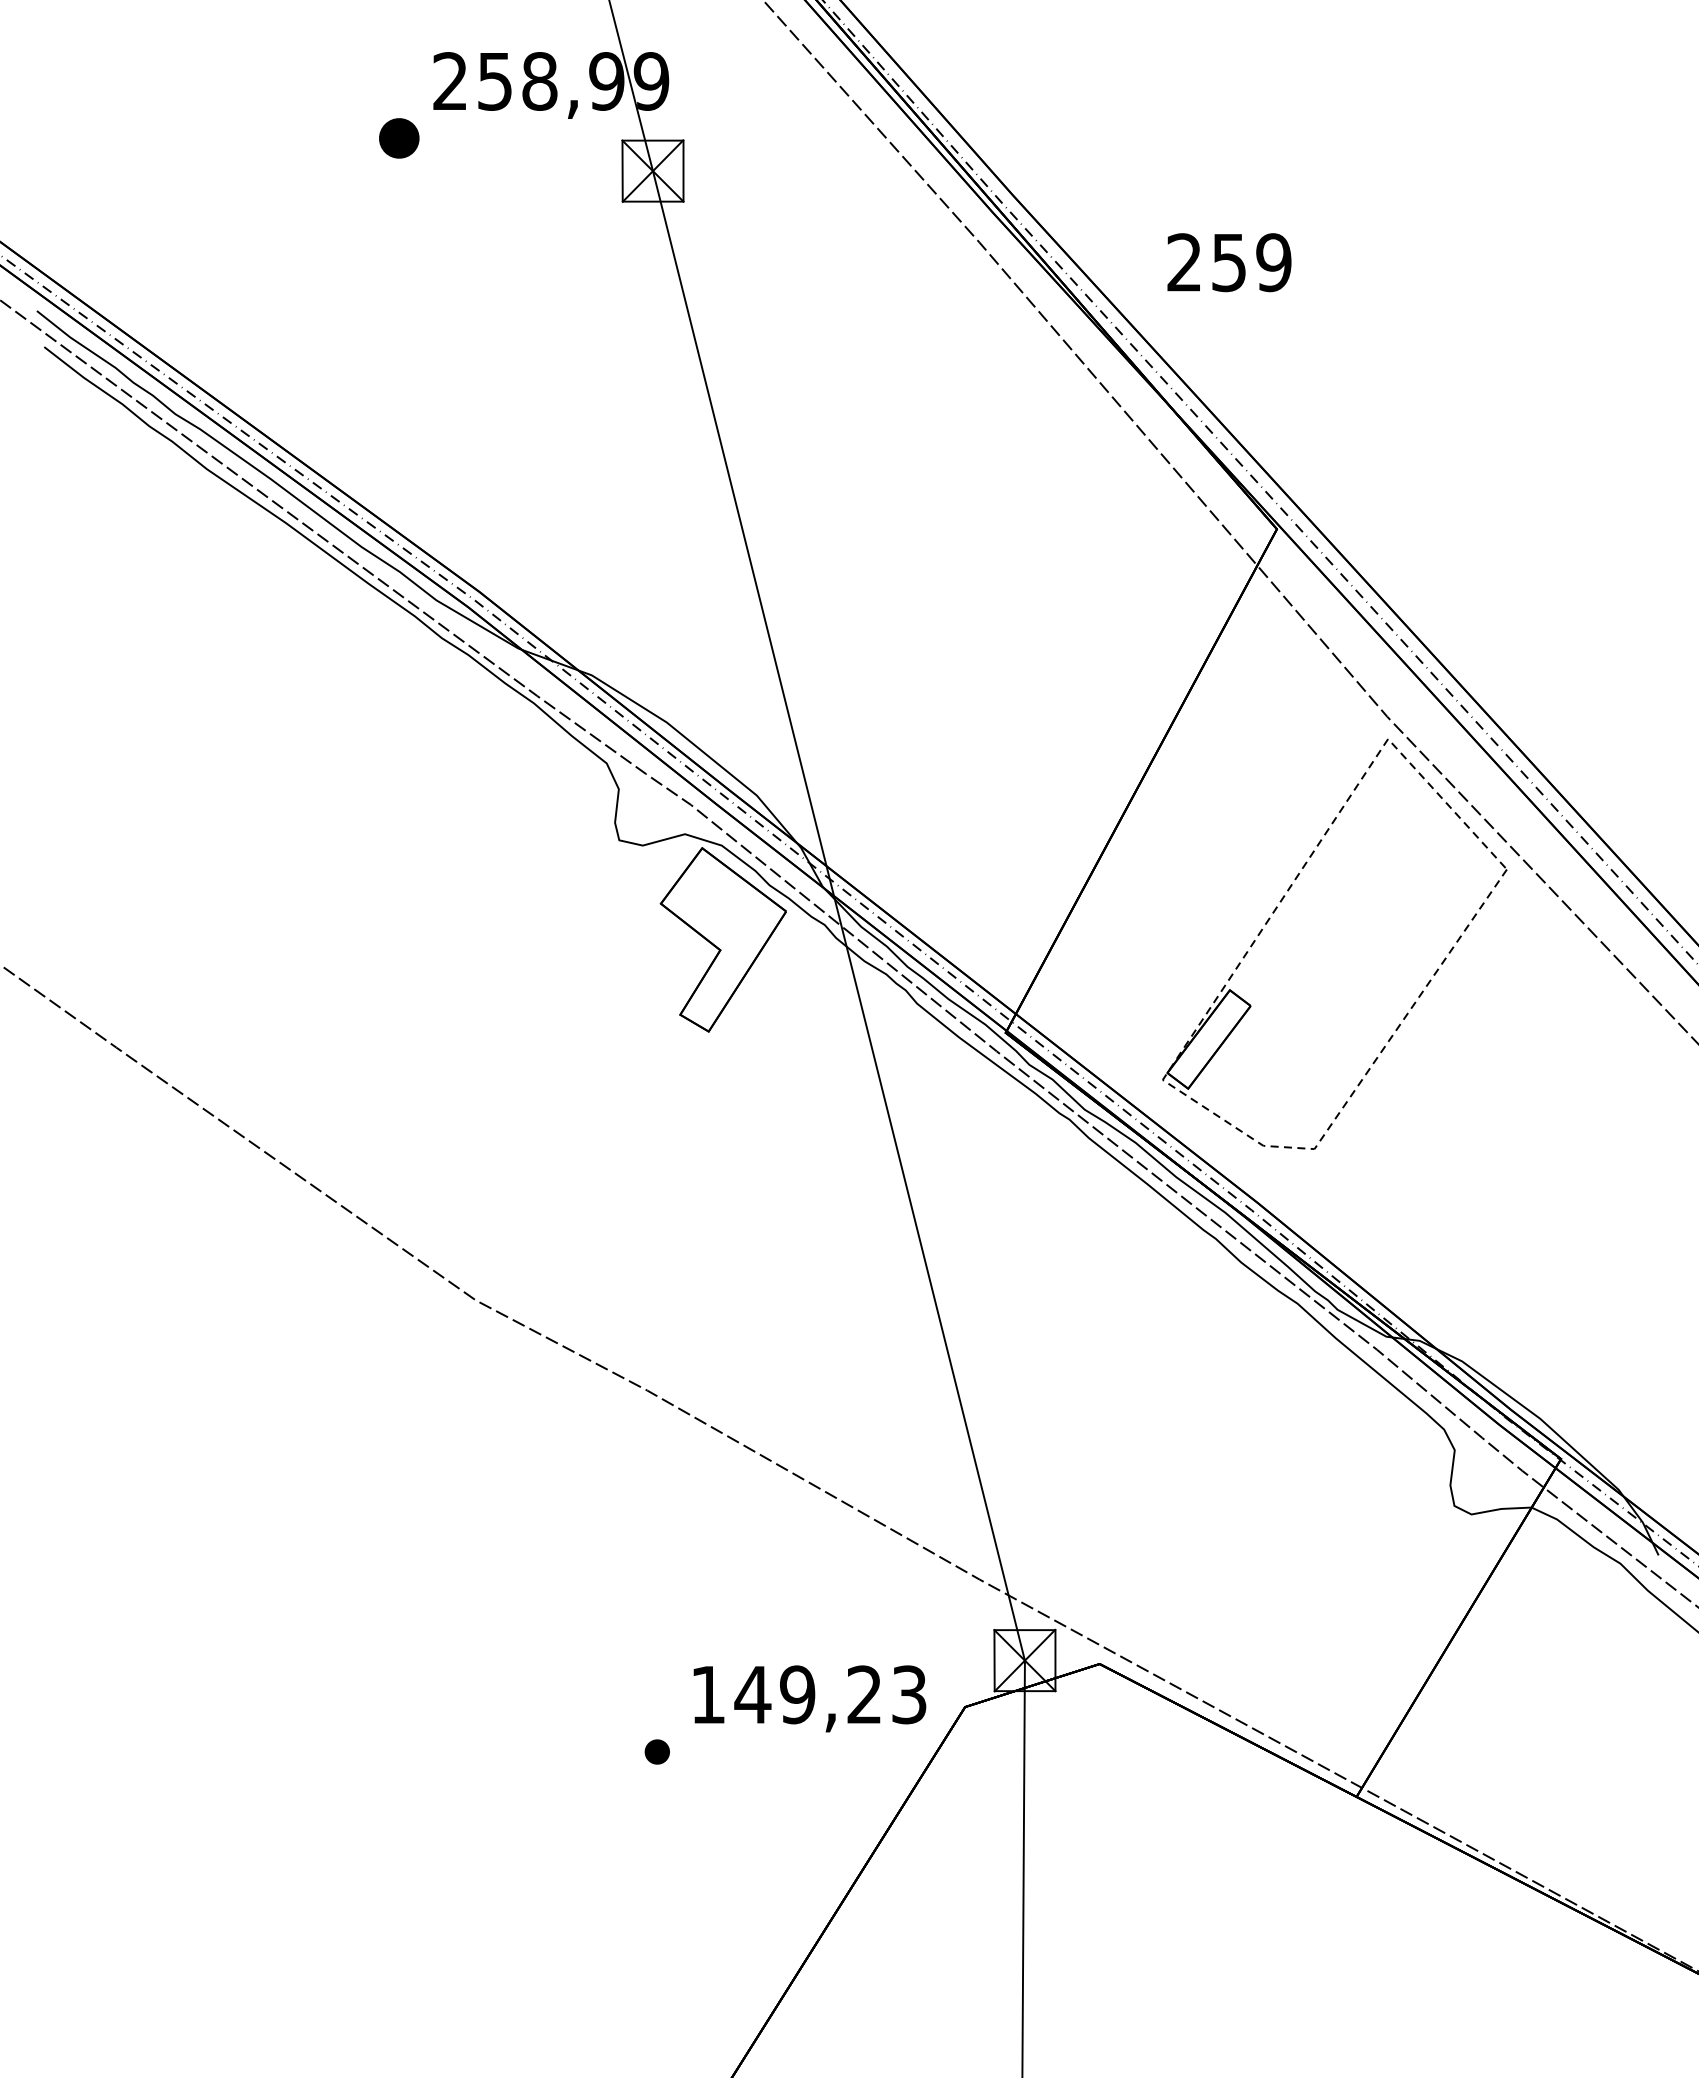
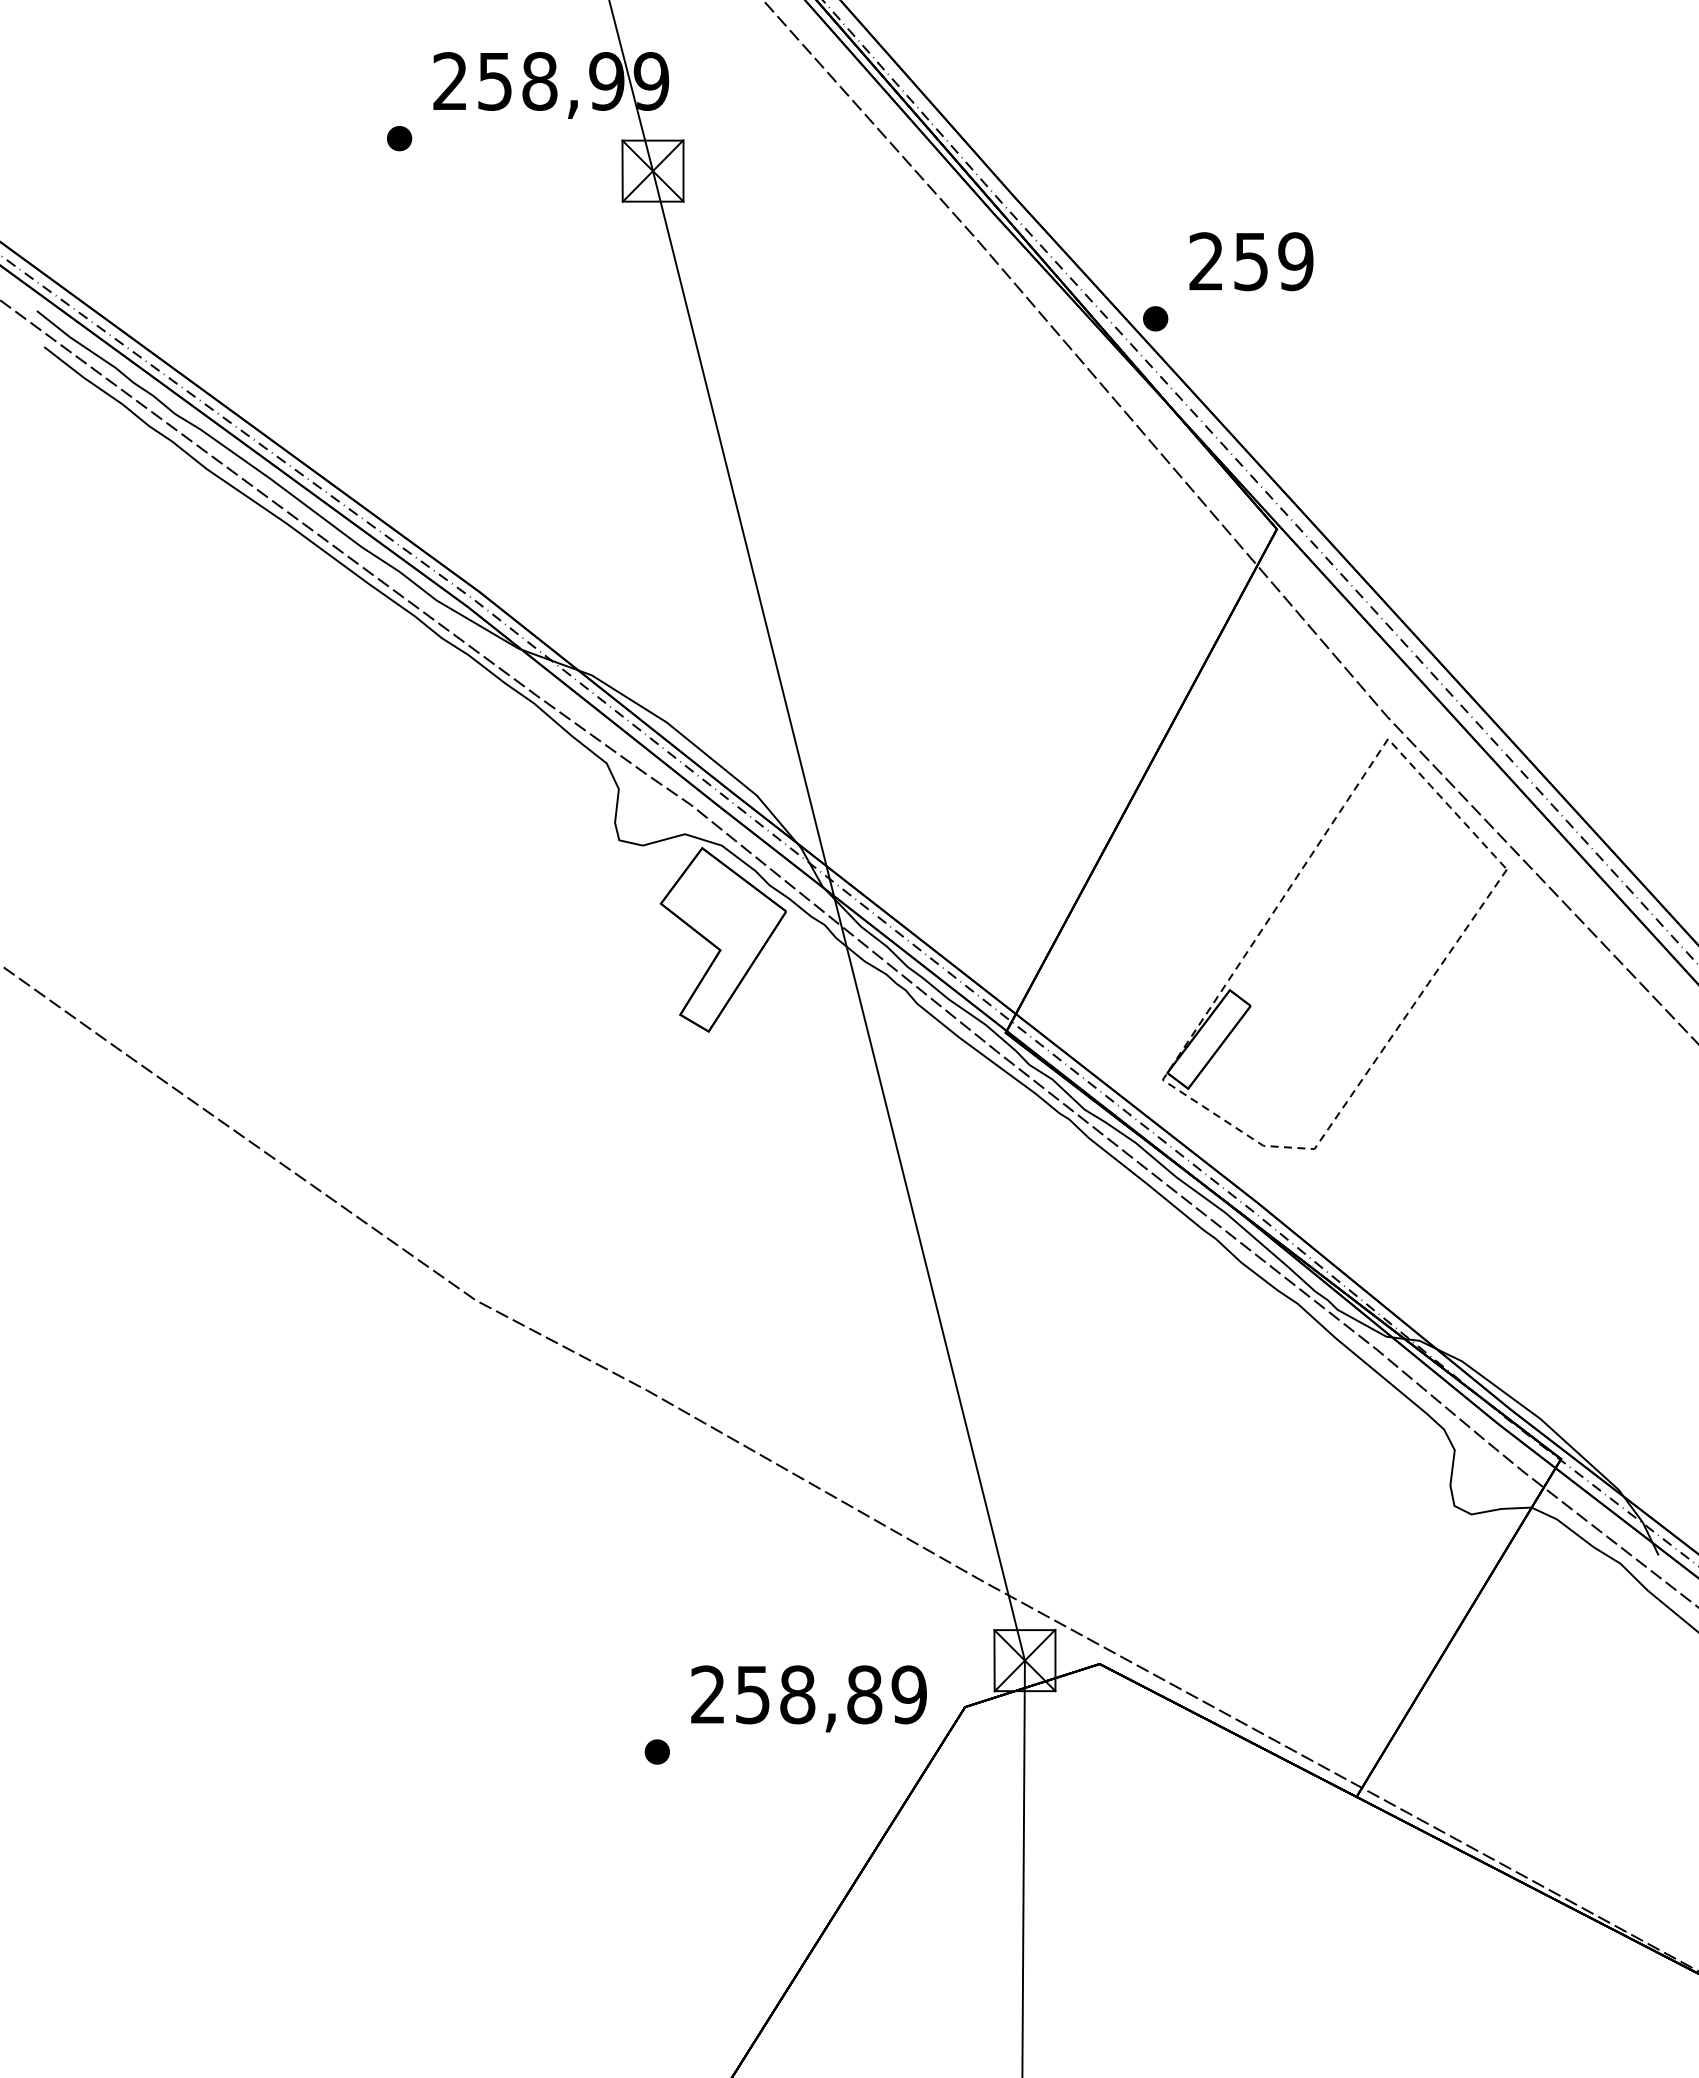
part at (399, 138) size: 41x41 px -> 26x26 px
text at (1229, 262) position: (1229, 262) -> (1251, 261)
part at (1155, 318): none -> present
text at (808, 1694): 149,23 -> 258,89
